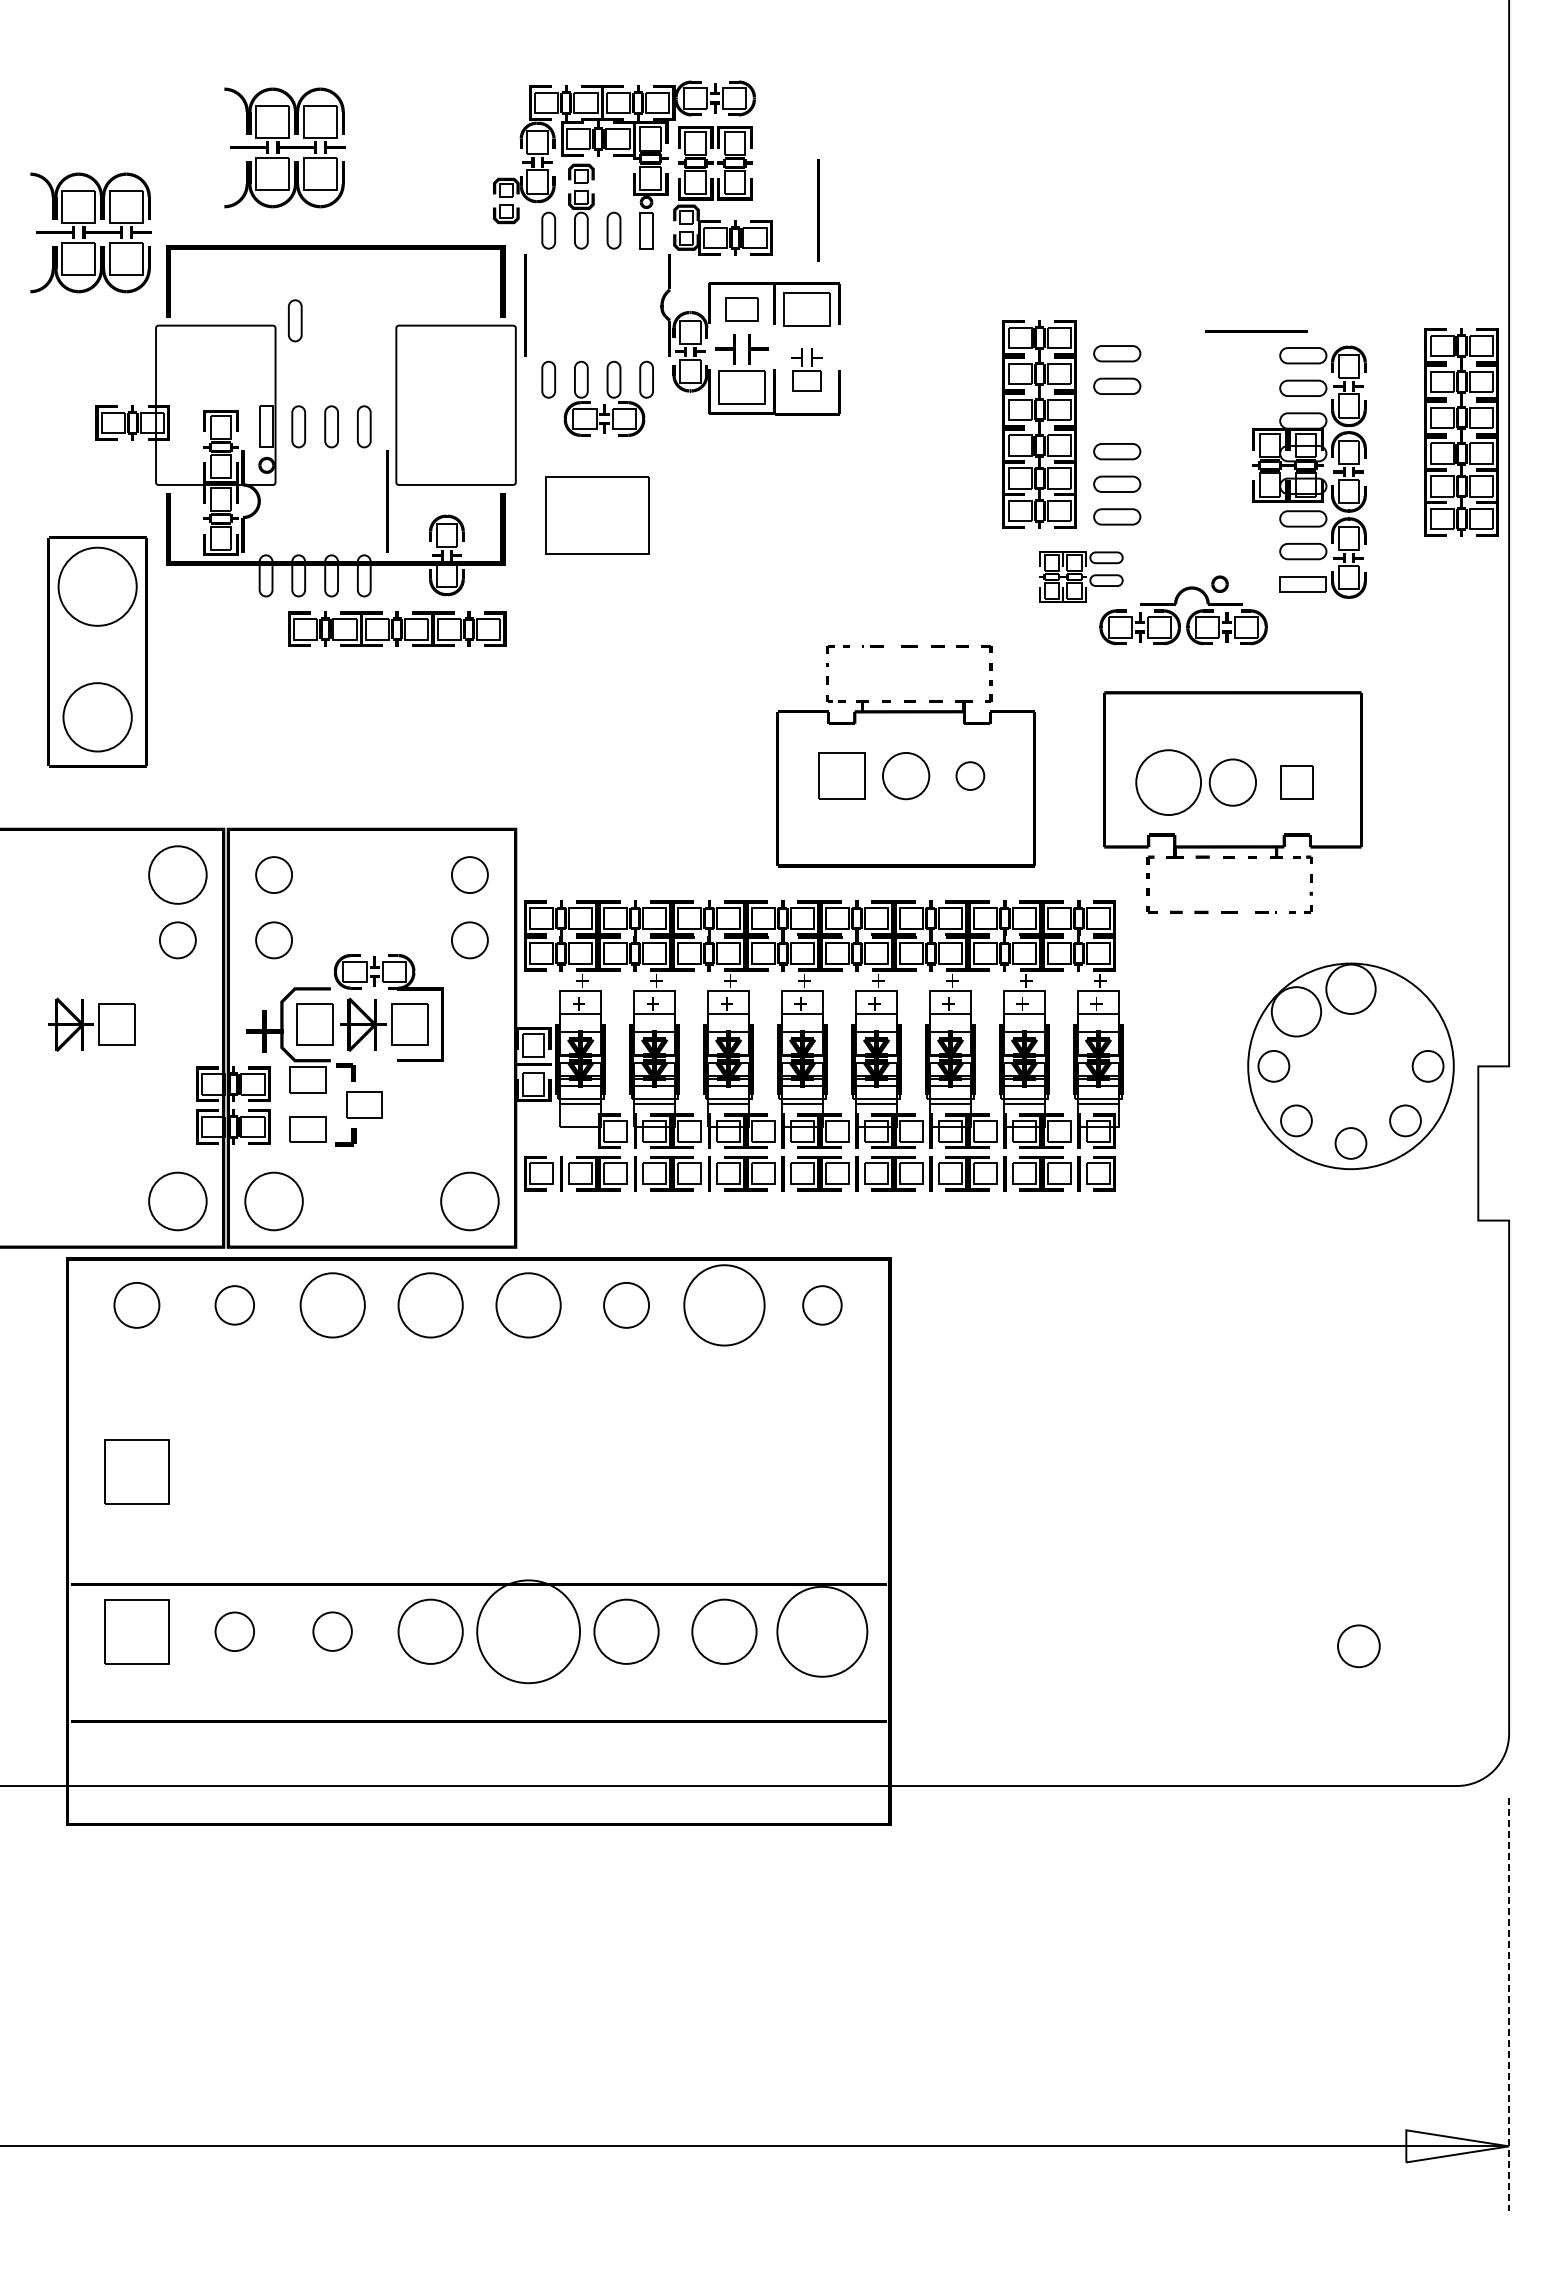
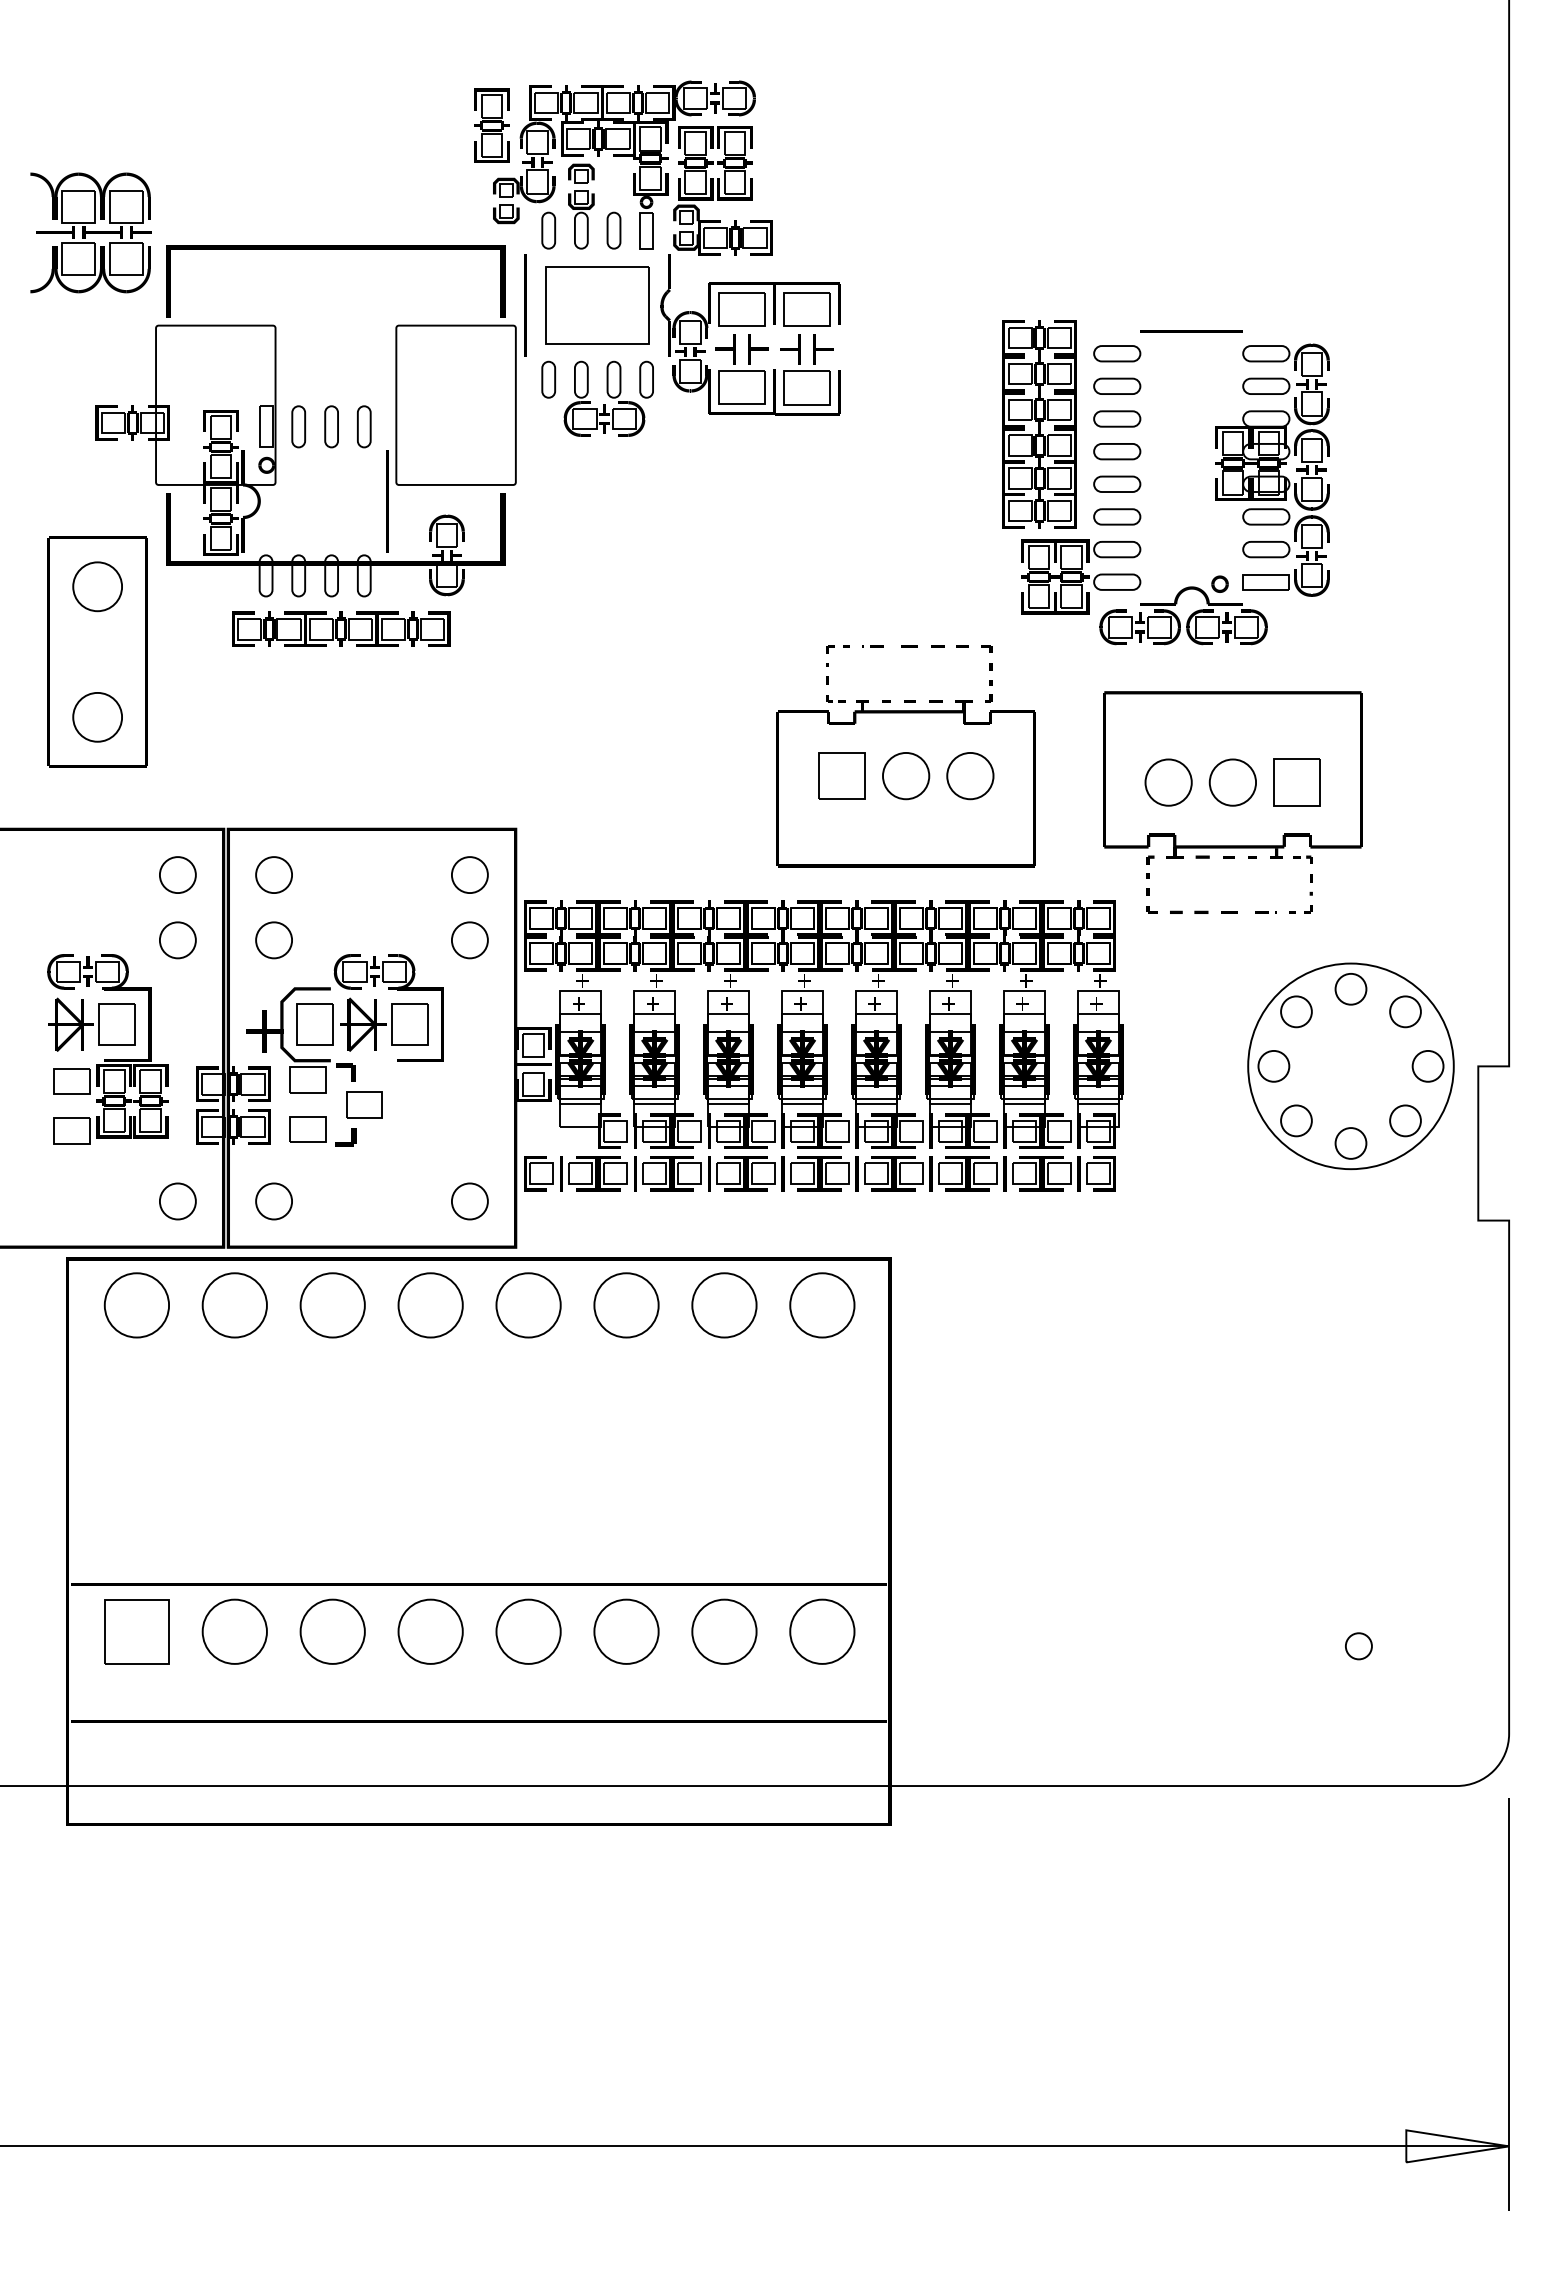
part at (491, 125): none -> present
part at (284, 147): present -> none
line at (818, 210): present -> none
part at (741, 309) size: 34x25 px -> 48x35 px
part at (295, 320): present -> none
line at (1256, 331) position: (1256, 331) -> (1191, 331)
part at (806, 369) size: 32x44 px -> 54x72 px
part at (1117, 418): none -> present
part at (1461, 432): present -> none
part at (1309, 471) position: (1309, 471) -> (1272, 469)
part at (597, 515) position: (597, 515) -> (597, 305)
part at (1081, 576) size: 85x52 px -> 121x76 px
circle at (97, 586) diameter: 78 px -> 49 px
part at (397, 628) position: (397, 628) -> (341, 628)
circle at (97, 717) diameter: 68 px -> 49 px
circle at (970, 775) diameter: 28 px -> 46 px
circle at (1168, 782) diameter: 65 px -> 46 px
part at (1296, 782) size: 34x35 px -> 48x49 px
circle at (177, 874) diameter: 58 px -> 36 px
circle at (1350, 988) diameter: 49 px -> 31 px
circle at (1296, 1011) diameter: 49 px -> 31 px
circle at (1405, 1011): none -> present
part at (107, 1059): none -> present
circle at (177, 1201) diameter: 58 px -> 36 px
circle at (273, 1201) diameter: 58 px -> 36 px
circle at (469, 1201) diameter: 58 px -> 36 px
circle at (136, 1304) diameter: 45 px -> 64 px
circle at (626, 1304) diameter: 45 px -> 64 px
circle at (234, 1305) diameter: 39 px -> 64 px
circle at (724, 1305) diameter: 80 px -> 64 px
circle at (822, 1305) size: 41x41 px -> 67x67 px
part at (136, 1471): present -> none
circle at (234, 1631) diameter: 39 px -> 64 px
circle at (332, 1631) size: 41x41 px -> 67x67 px
circle at (528, 1631) diameter: 103 px -> 64 px
circle at (822, 1631) diameter: 90 px -> 64 px
circle at (1358, 1646) diameter: 42 px -> 26 px
line at (1509, 2004): dashed -> solid
